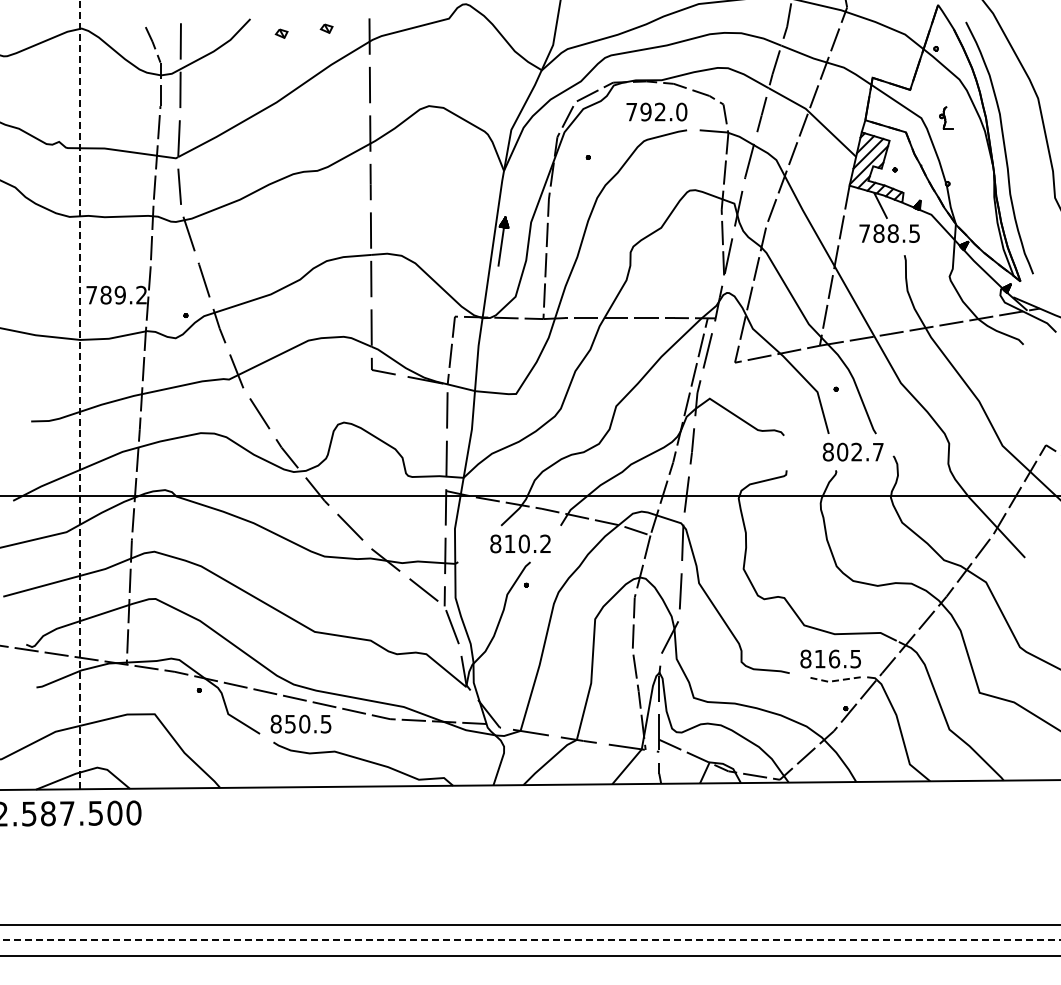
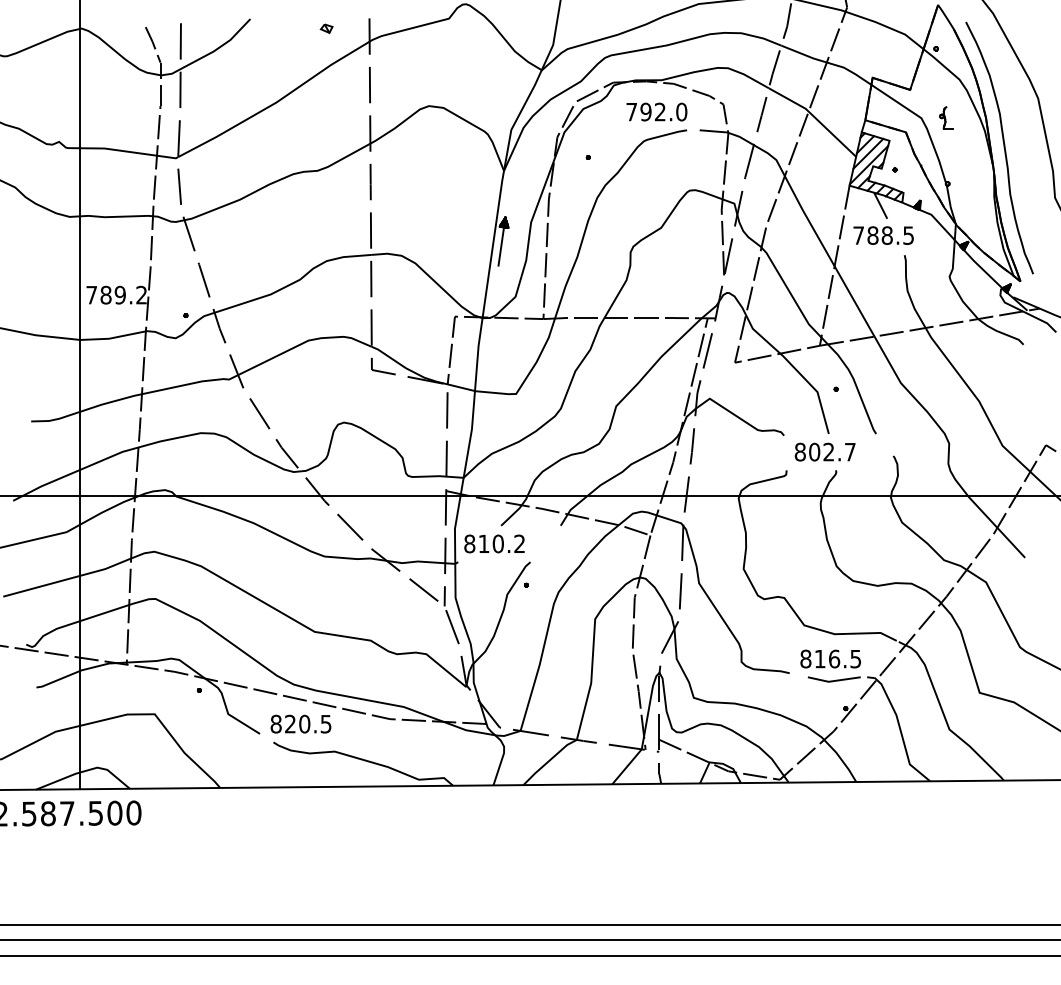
part at (281, 33): present -> none
text at (889, 233) position: (889, 233) -> (883, 235)
line at (79, 394): dashed -> solid
text at (852, 451) position: (852, 451) -> (824, 451)
text at (520, 543) position: (520, 543) -> (494, 543)
line at (833, 681): dashed -> solid
text at (290, 723): 850.5 -> 820.5
line at (531, 940): dashed -> solid
